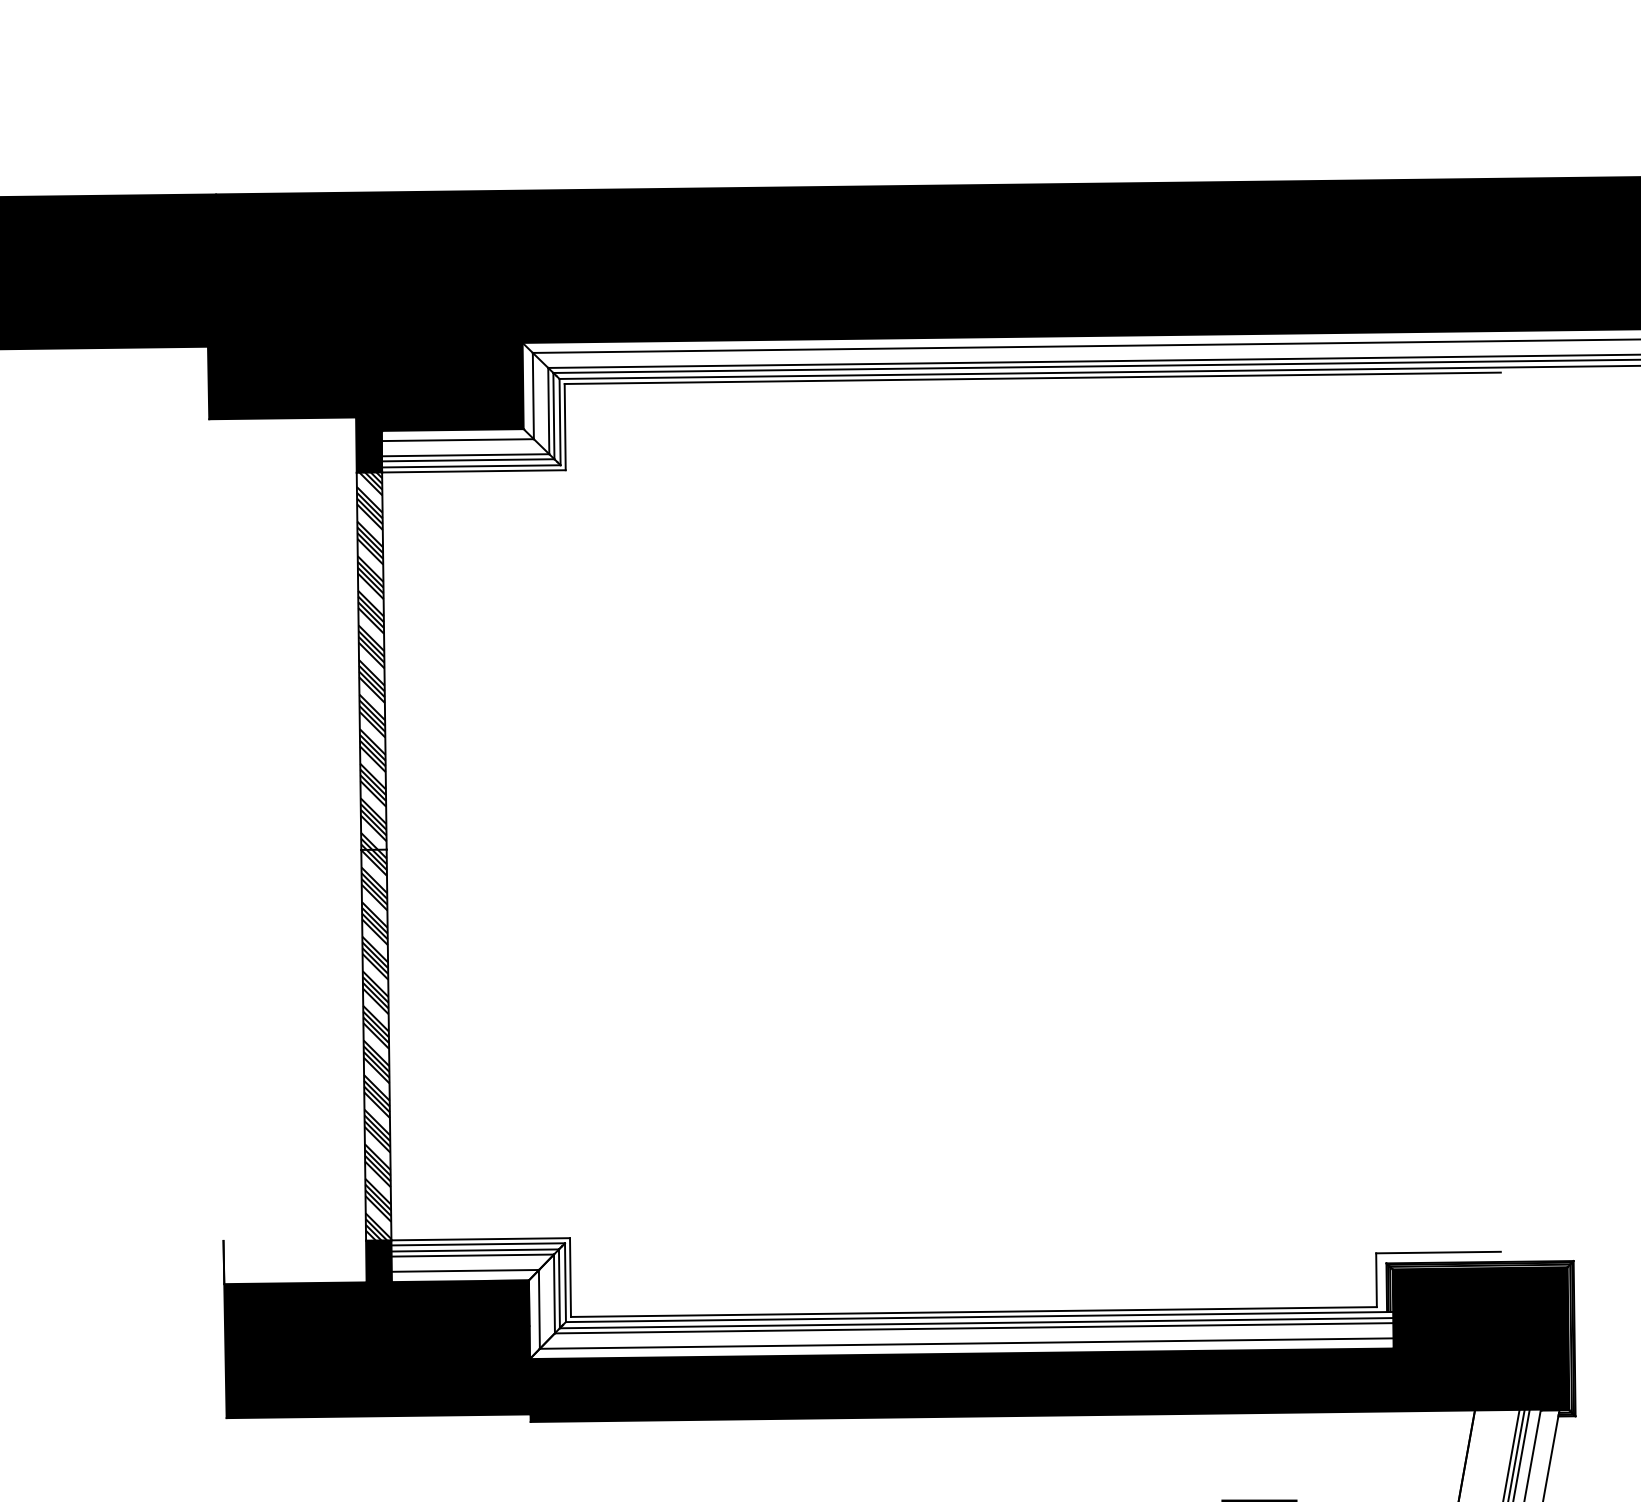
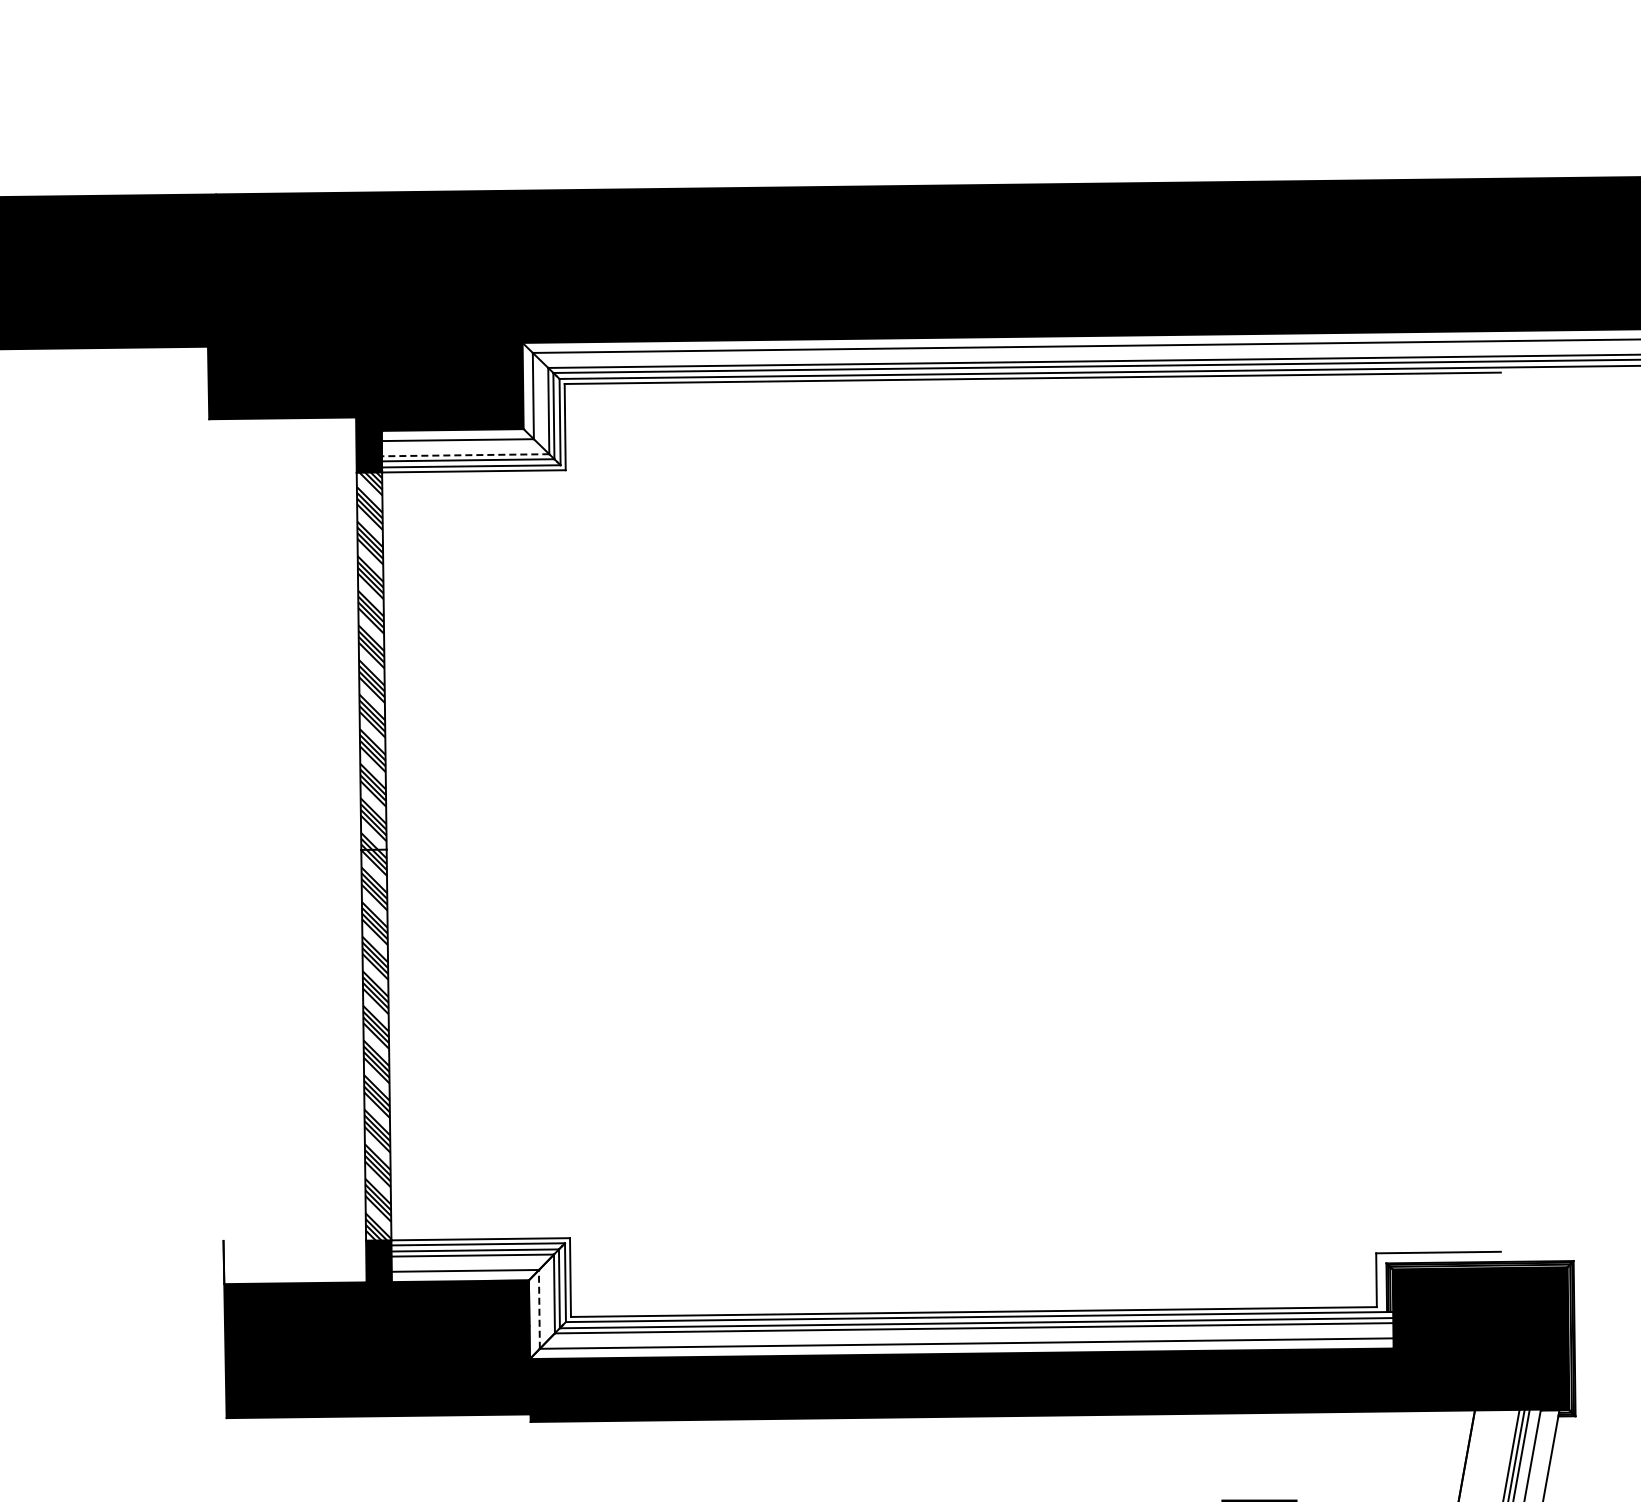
line at (465, 455): solid -> dashed
line at (539, 1308): solid -> dashed
